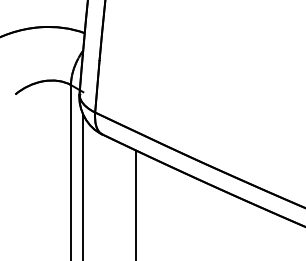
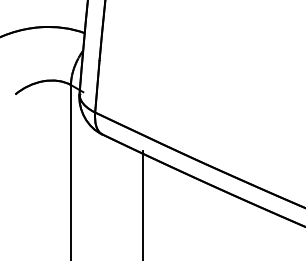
line at (83, 185): present -> none
line at (136, 203) position: (136, 203) -> (143, 203)
